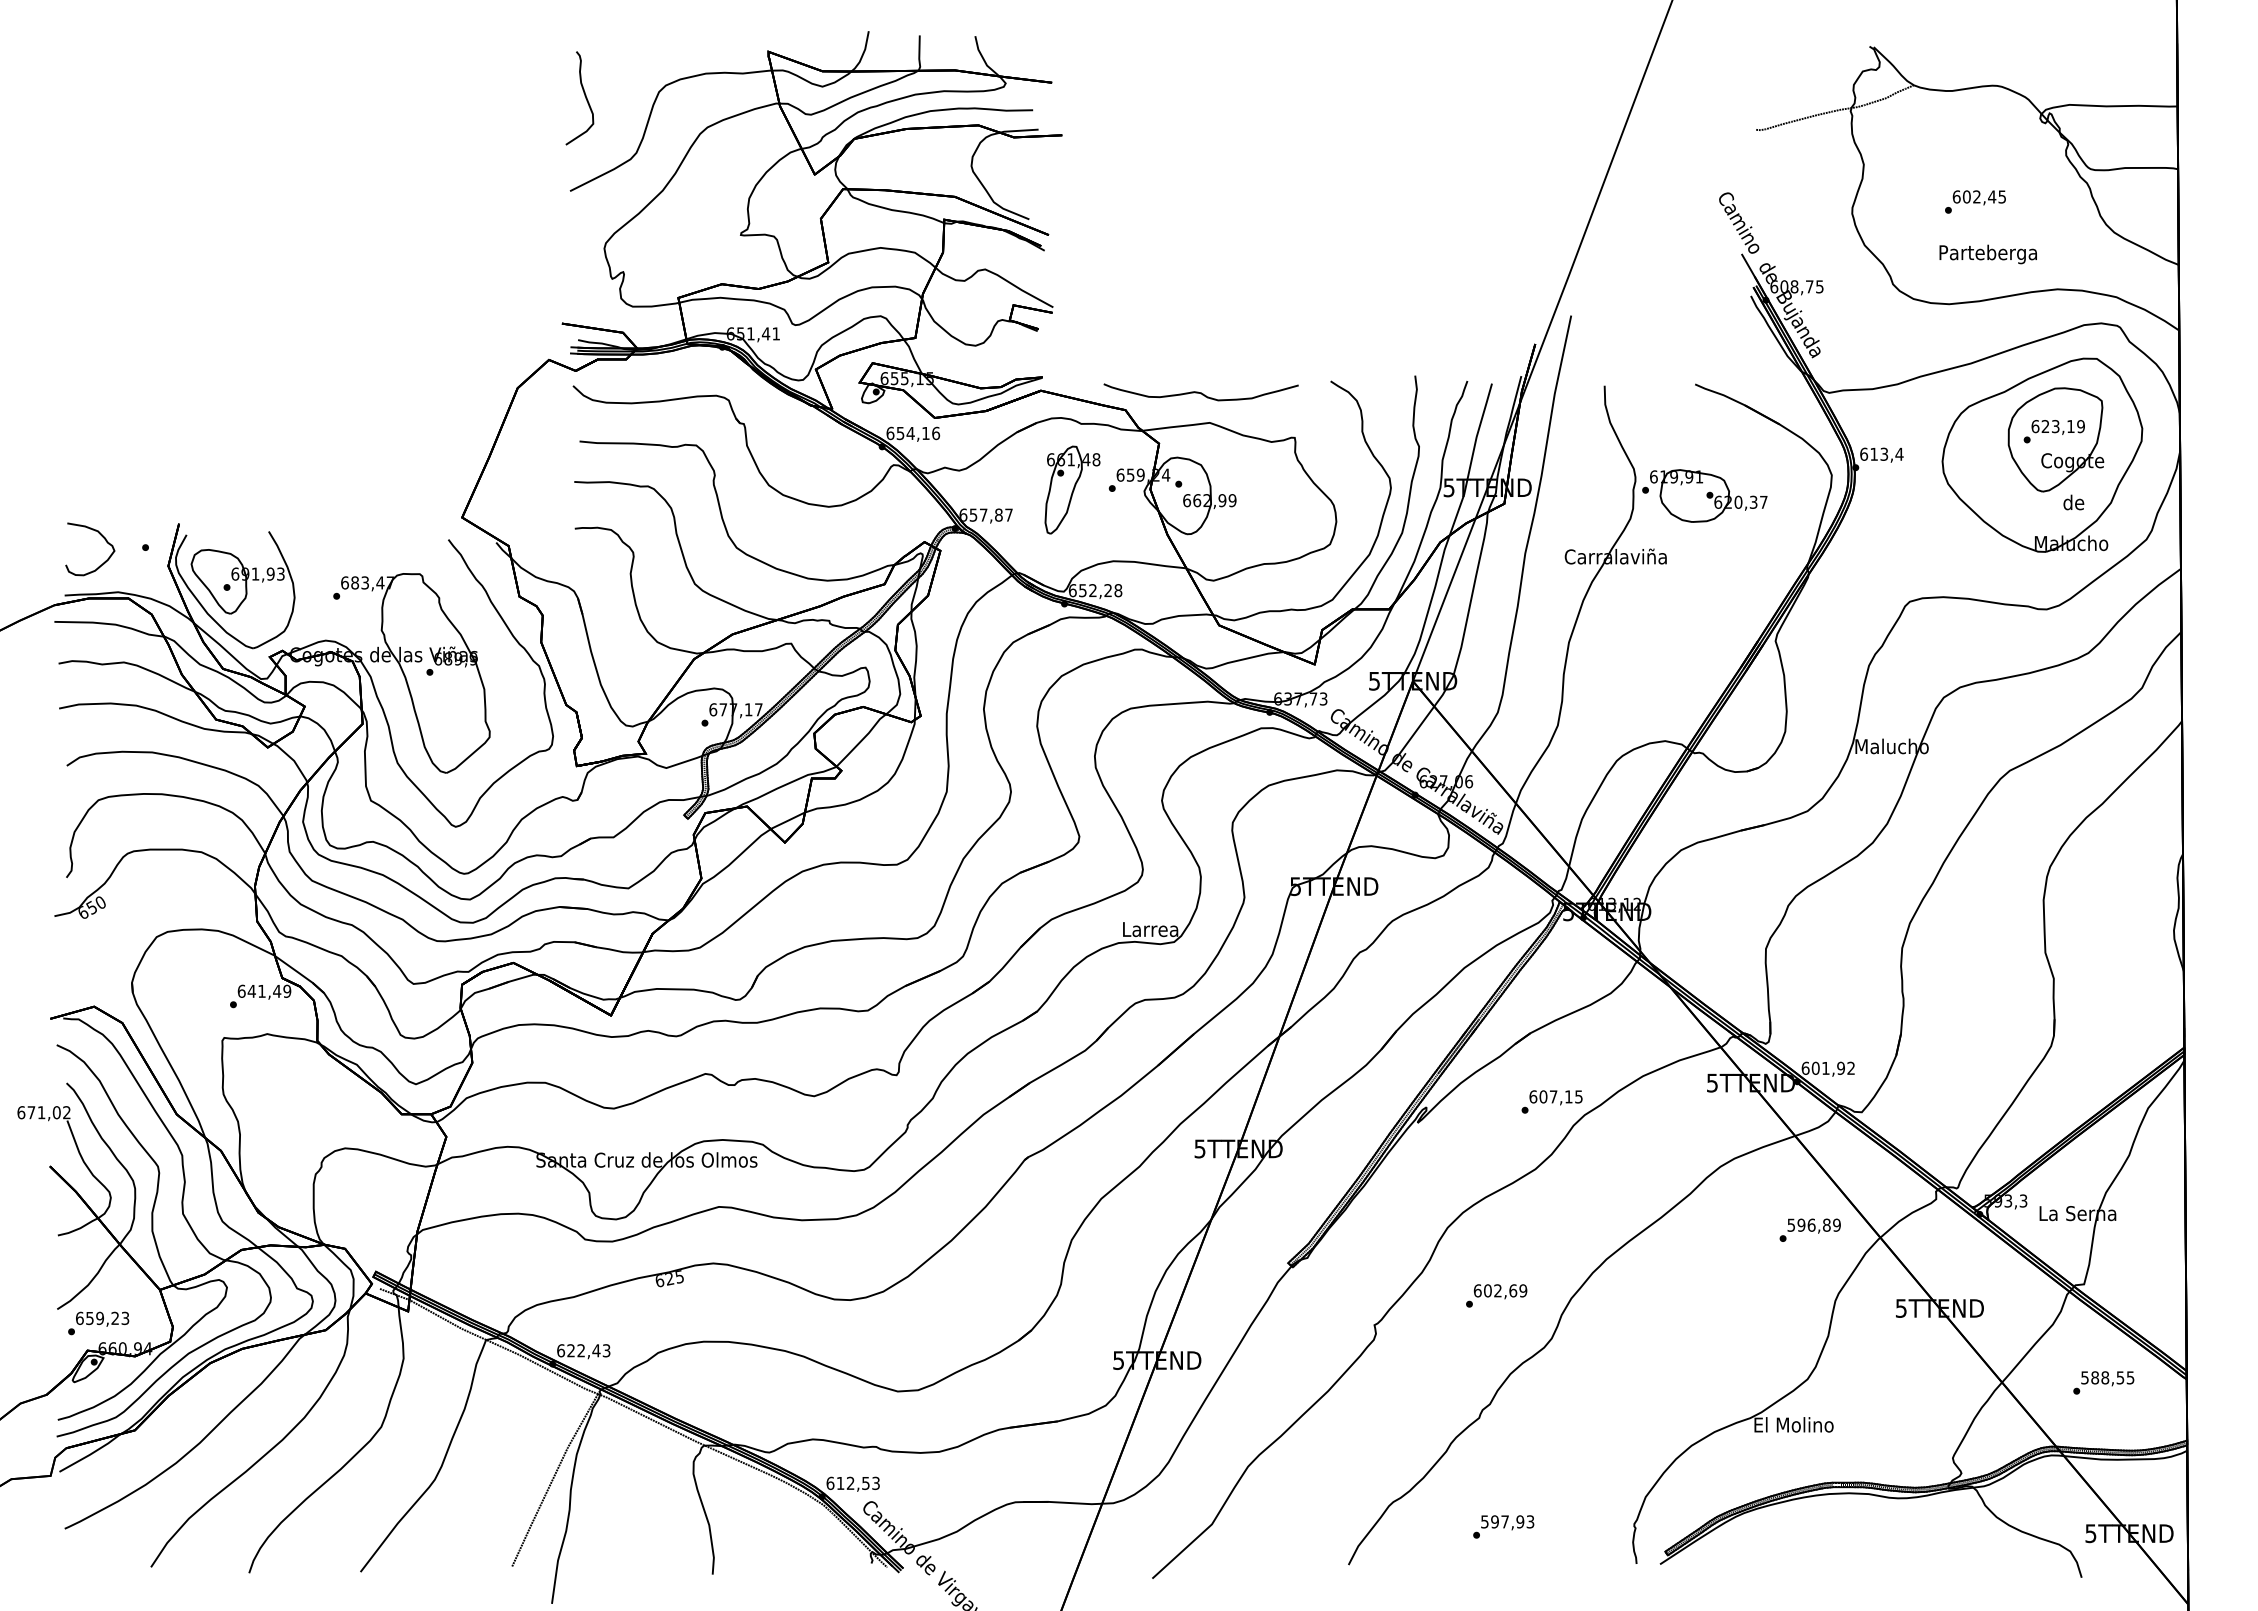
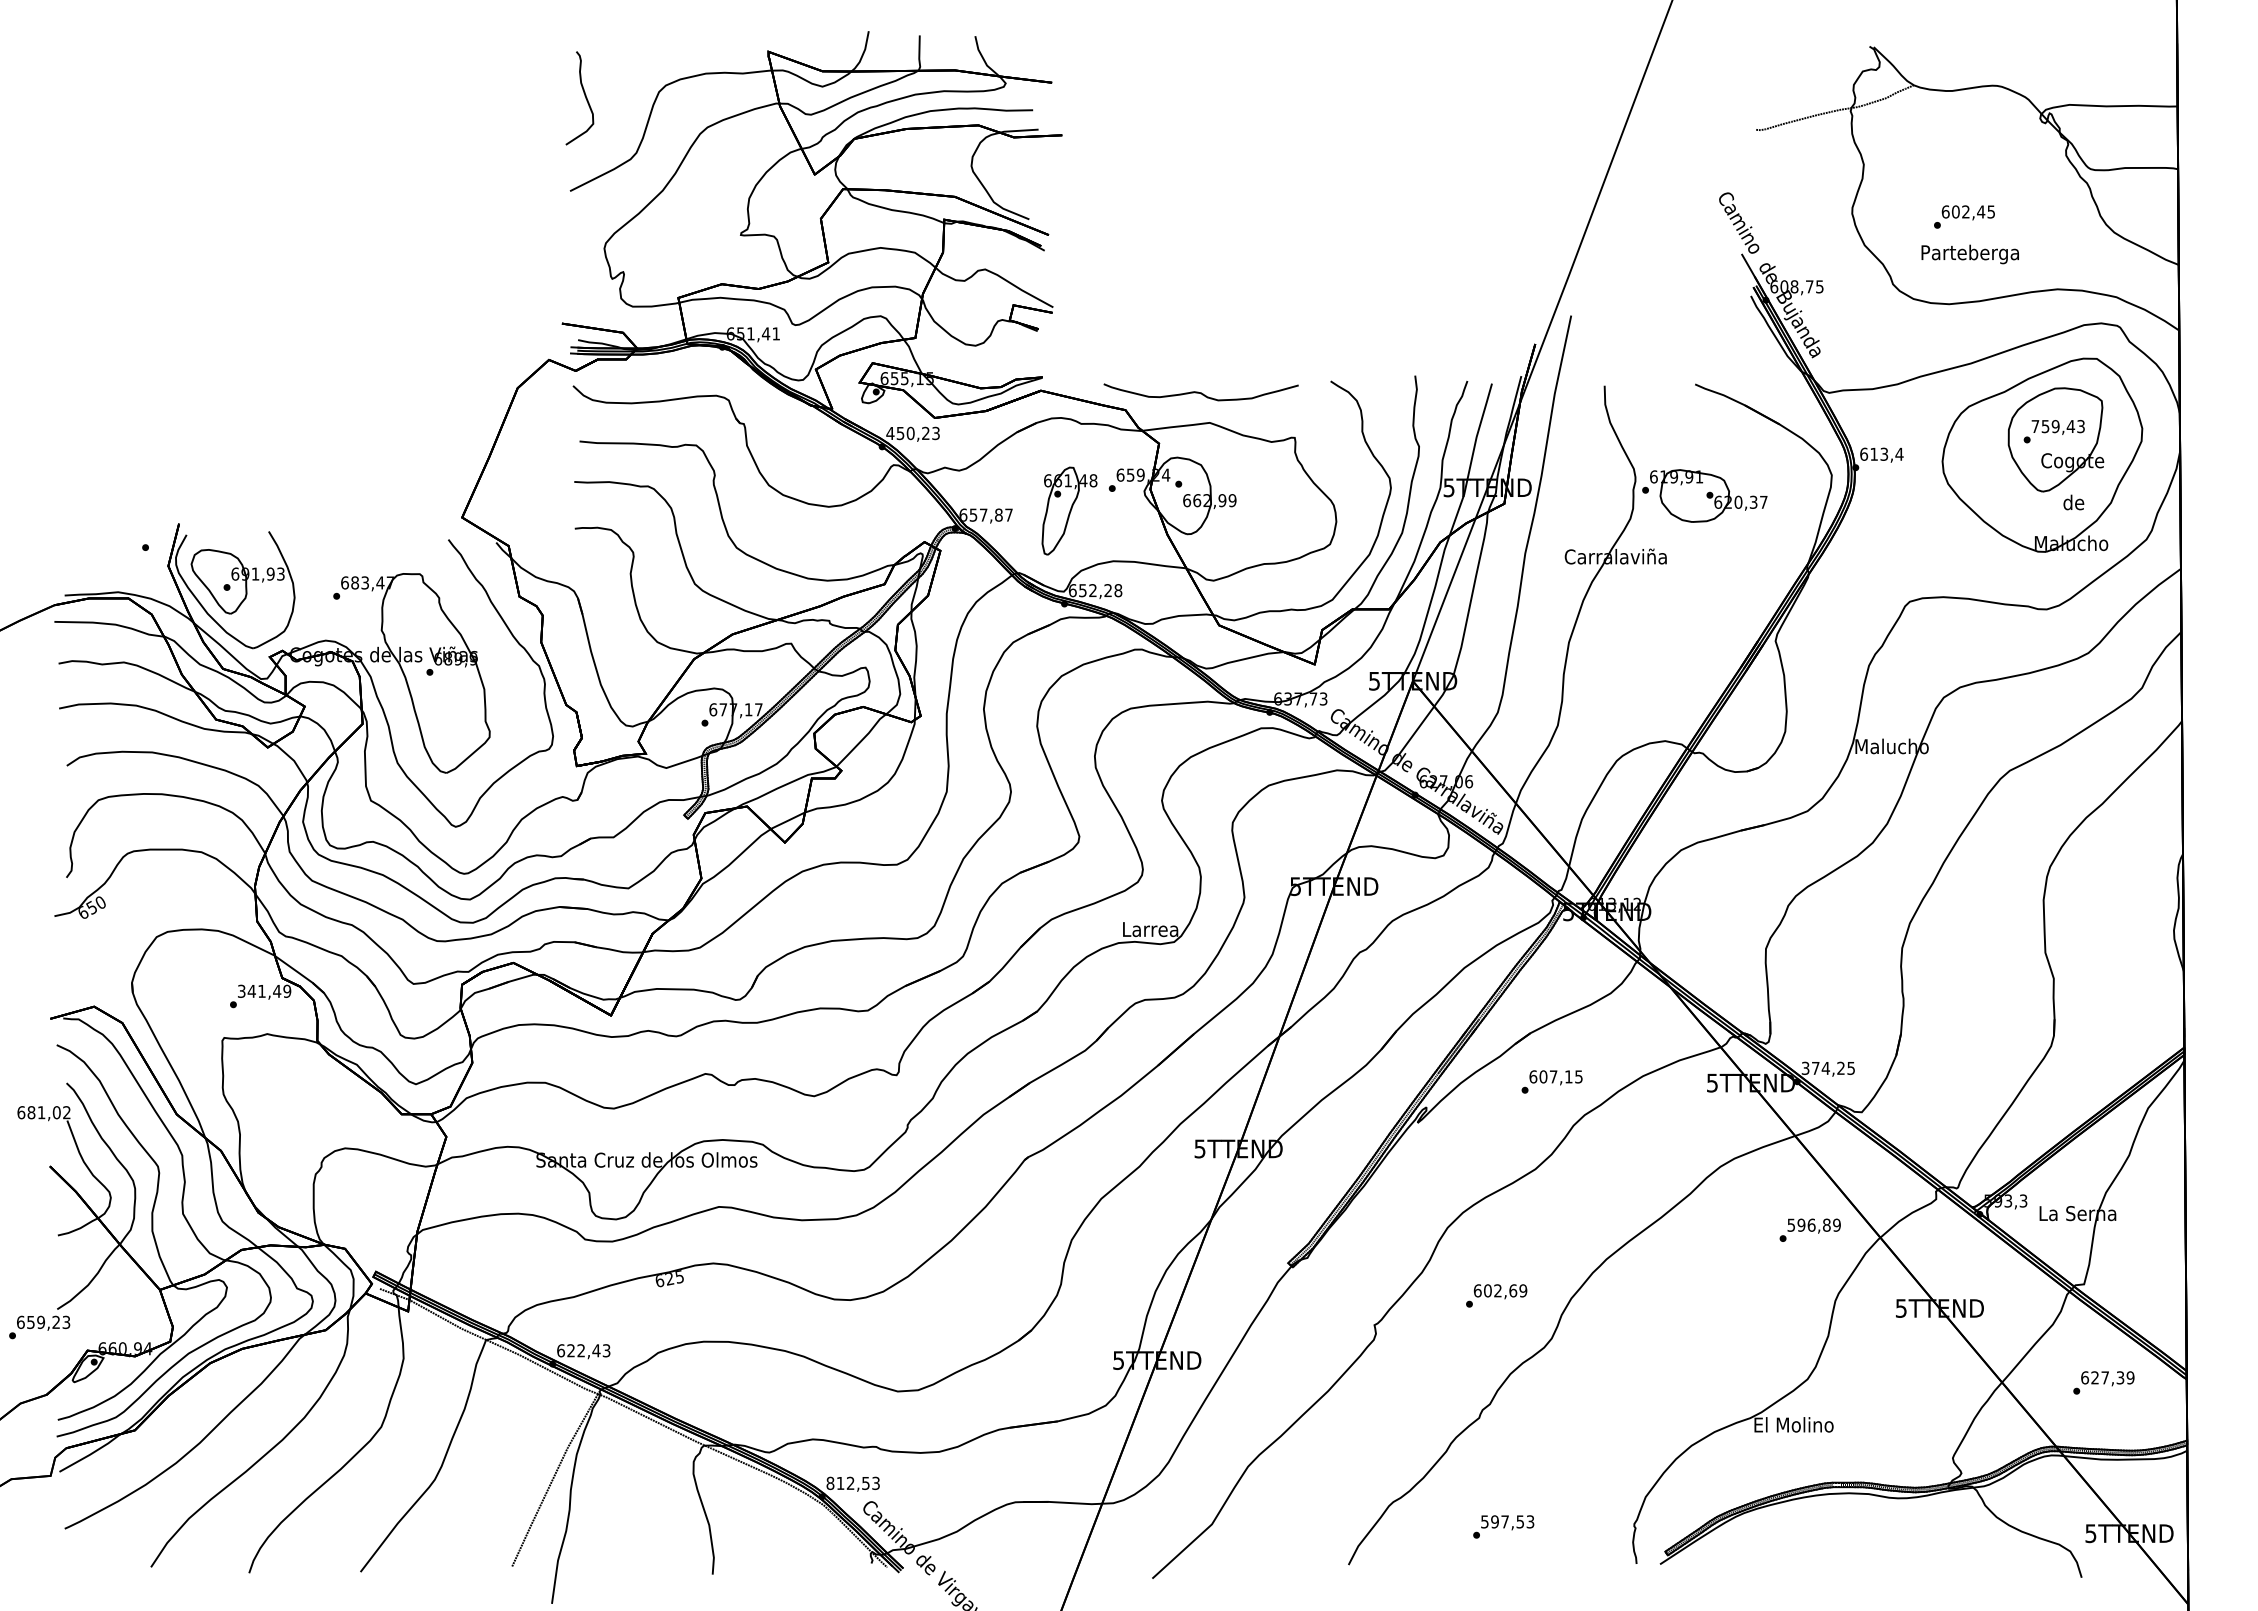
text at (1975, 201) position: (1975, 201) -> (1964, 216)
text at (1987, 254) position: (1987, 254) -> (1969, 254)
text at (2057, 426): 623,19 -> 759,43
text at (913, 433): 654,16 -> 450,23
part at (1072, 489) position: (1072, 489) -> (1069, 510)
part at (102, 537): present -> none
text at (241, 990): 641,49 -> 341,49
text at (1827, 1067): 601,92 -> 374,25
text at (1551, 1101) position: (1551, 1101) -> (1551, 1081)
text at (31, 1112): 671,02 -> 681,02
text at (98, 1323) position: (98, 1323) -> (39, 1327)
text at (2107, 1377): 588,55 -> 627,39
text at (830, 1482): 612,53 -> 812,53
text at (1520, 1521): 597,93 -> 597,53
